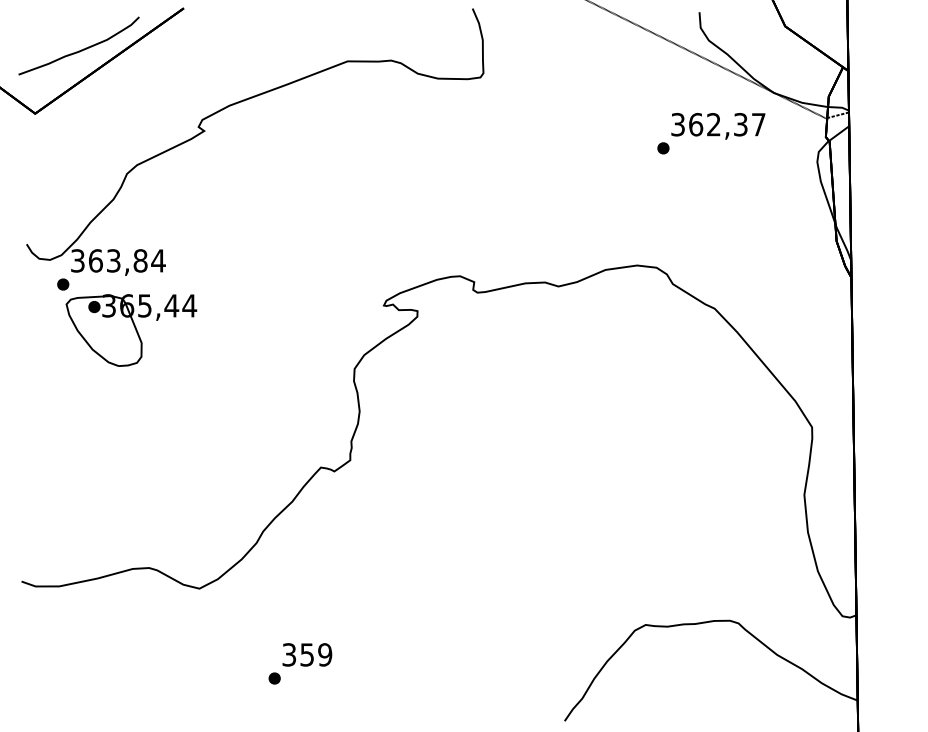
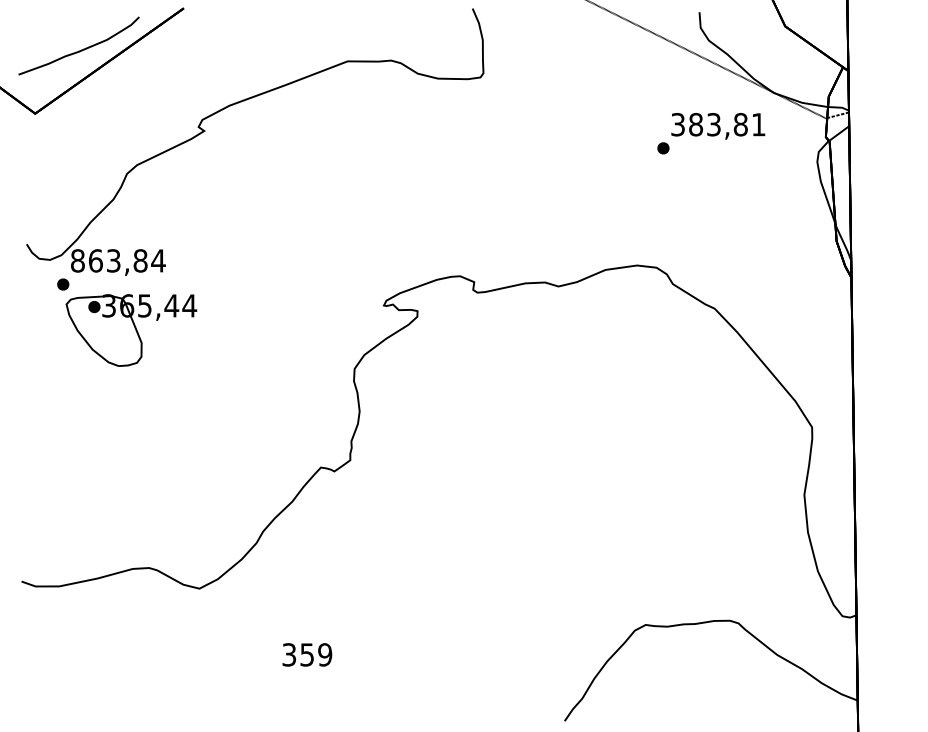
text at (727, 124): 362,37 -> 383,81
text at (77, 260): 363,84 -> 863,84
part at (274, 678): present -> none
